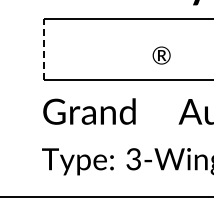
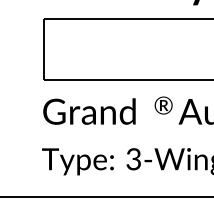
line at (43, 49): dashed -> solid
text at (161, 55) position: (161, 55) -> (163, 105)
